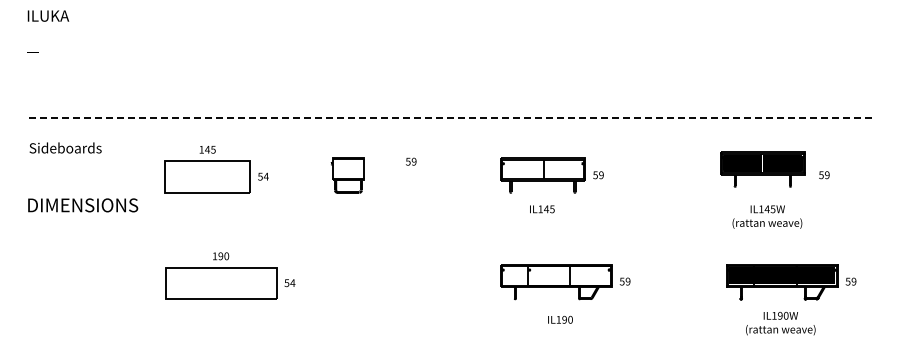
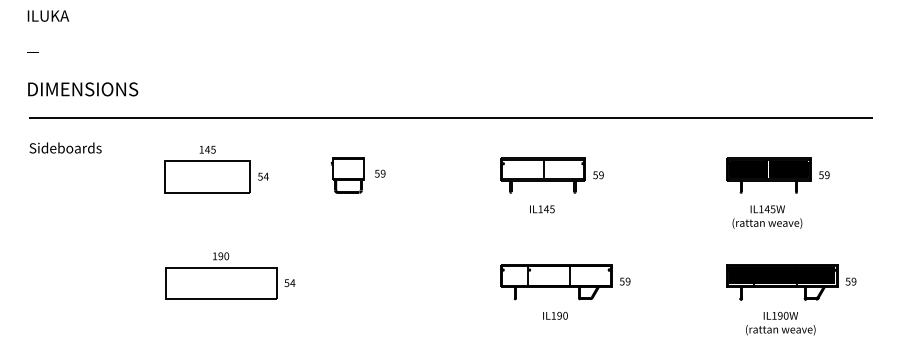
line at (451, 117): dashed -> solid
text at (411, 161) position: (411, 161) -> (380, 173)
part at (762, 169) position: (762, 169) -> (768, 175)
text at (83, 205) position: (83, 205) -> (83, 89)
text at (560, 319) position: (560, 319) -> (555, 315)
